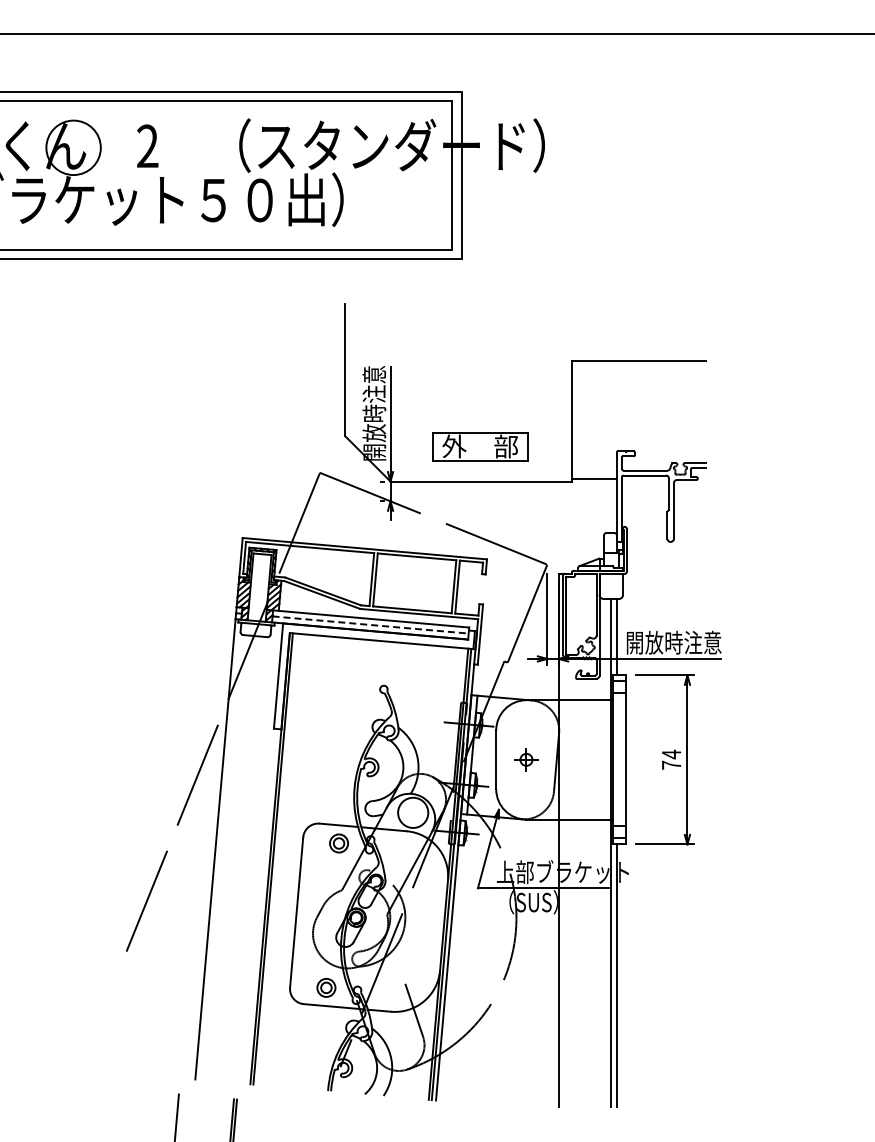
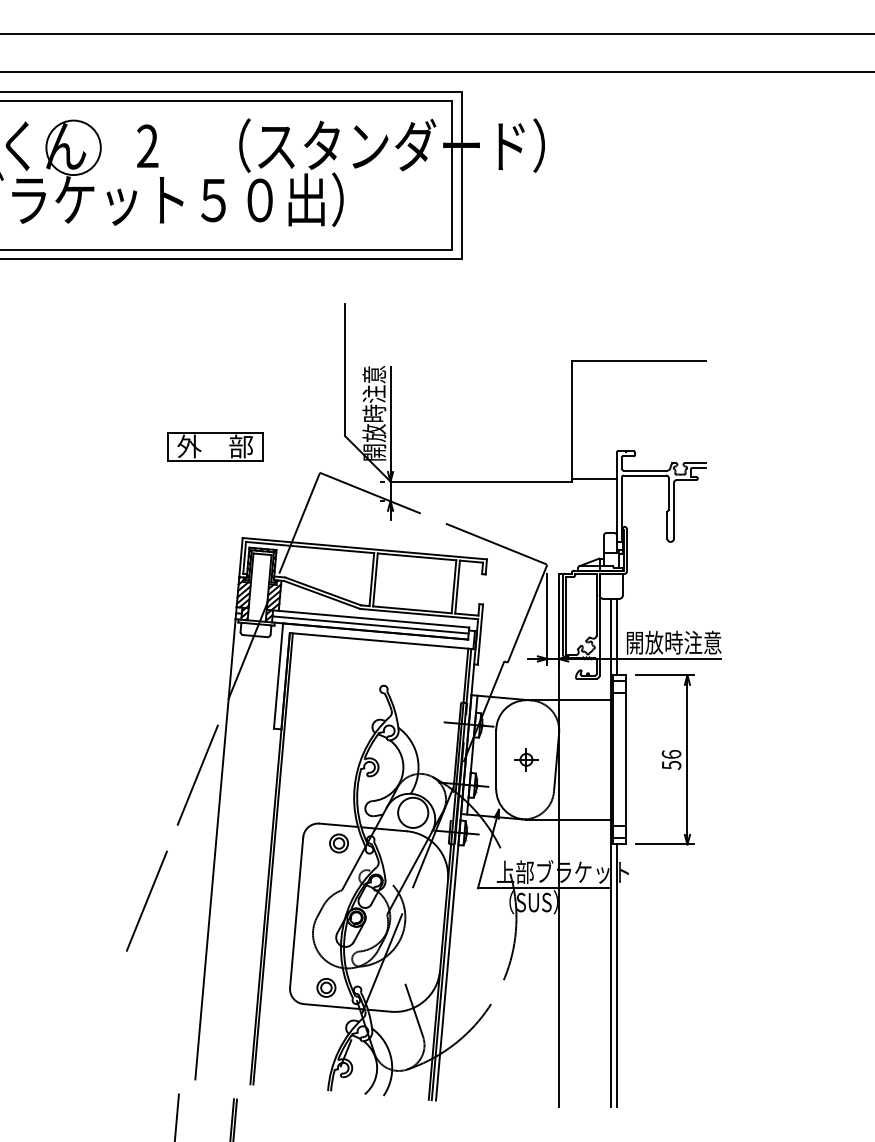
line at (436, 72): none -> present
part at (480, 446) position: (480, 446) -> (215, 446)
line at (371, 625): dashed -> solid
text at (671, 759): 74 -> 56
